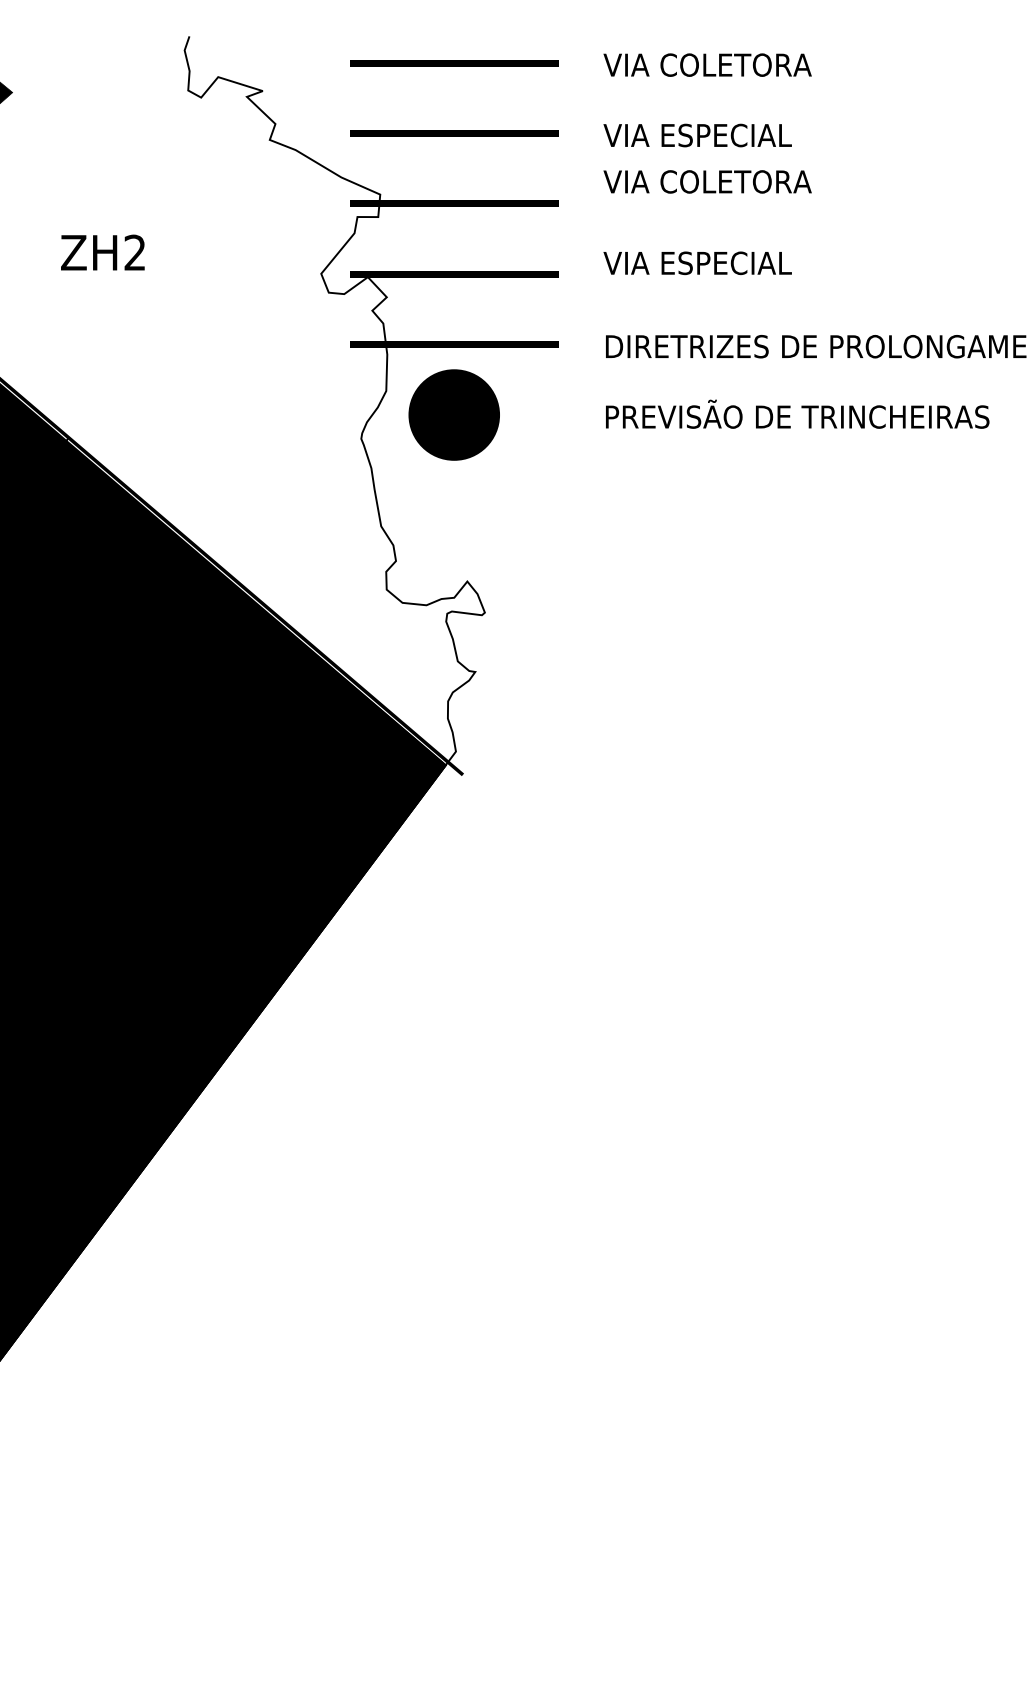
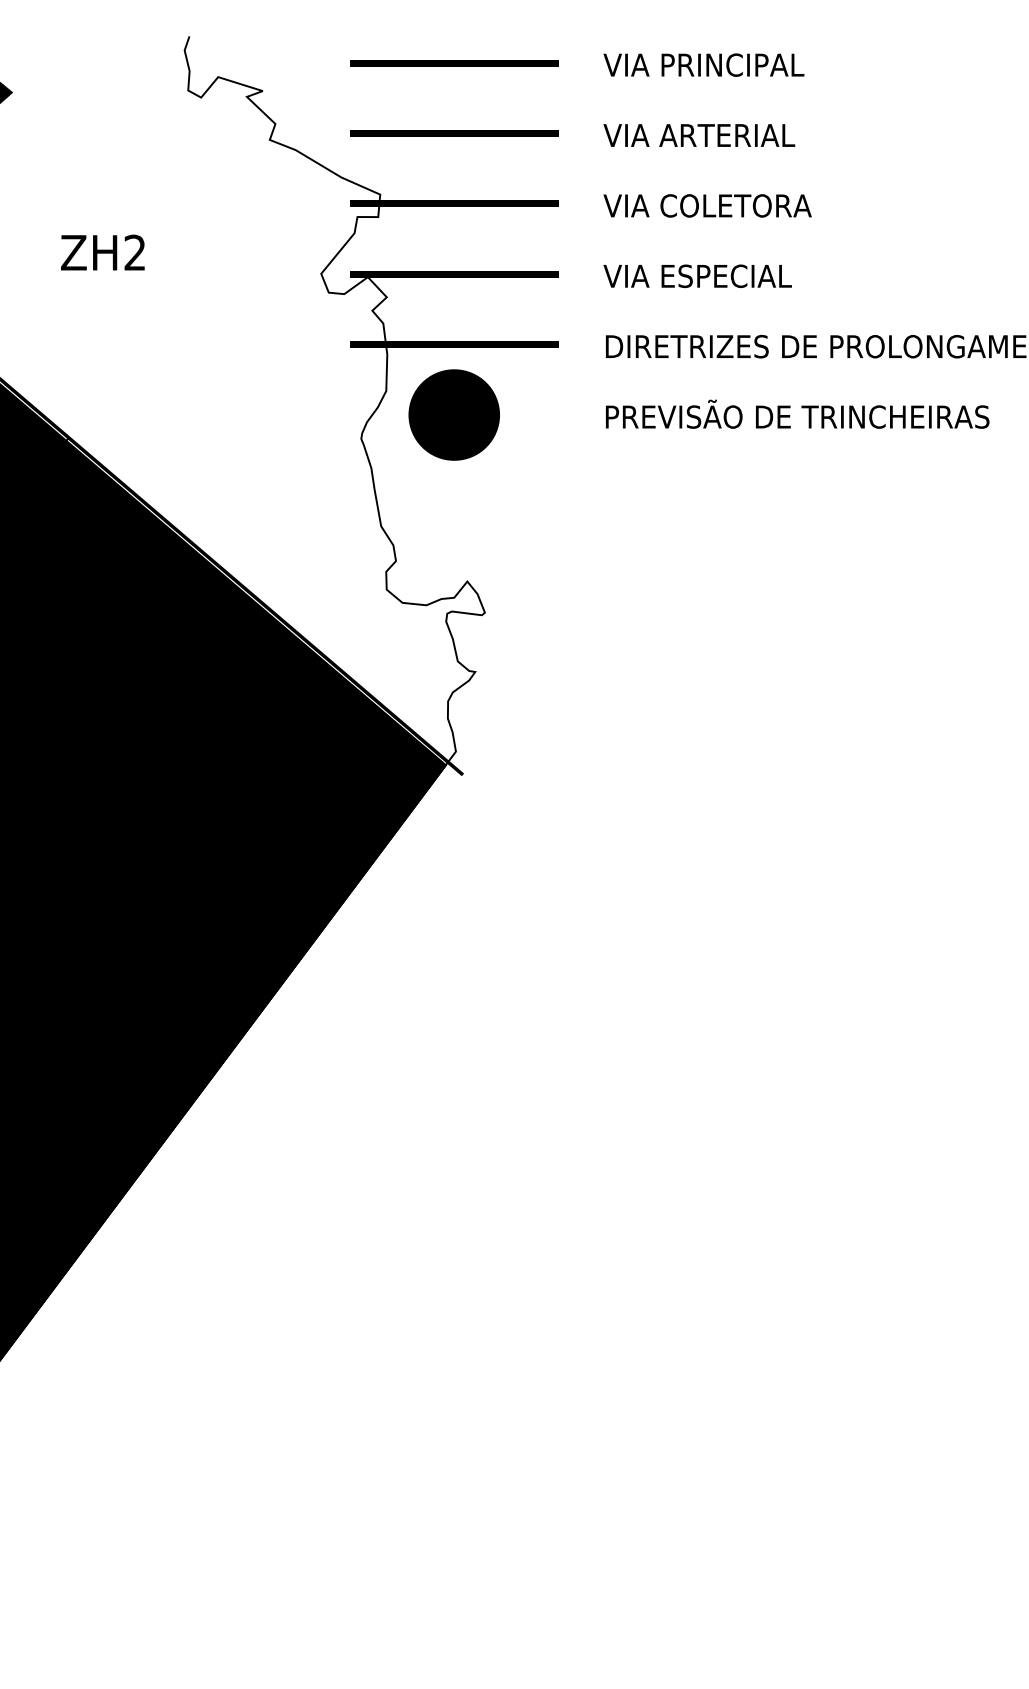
text at (735, 64): VIA COLETORA -> VIA PRINCIPAL
text at (727, 135): VIA ESPECIAL -> VIA ARTERIAL
text at (707, 181) position: (707, 181) -> (707, 205)
text at (697, 263) position: (697, 263) -> (697, 276)
